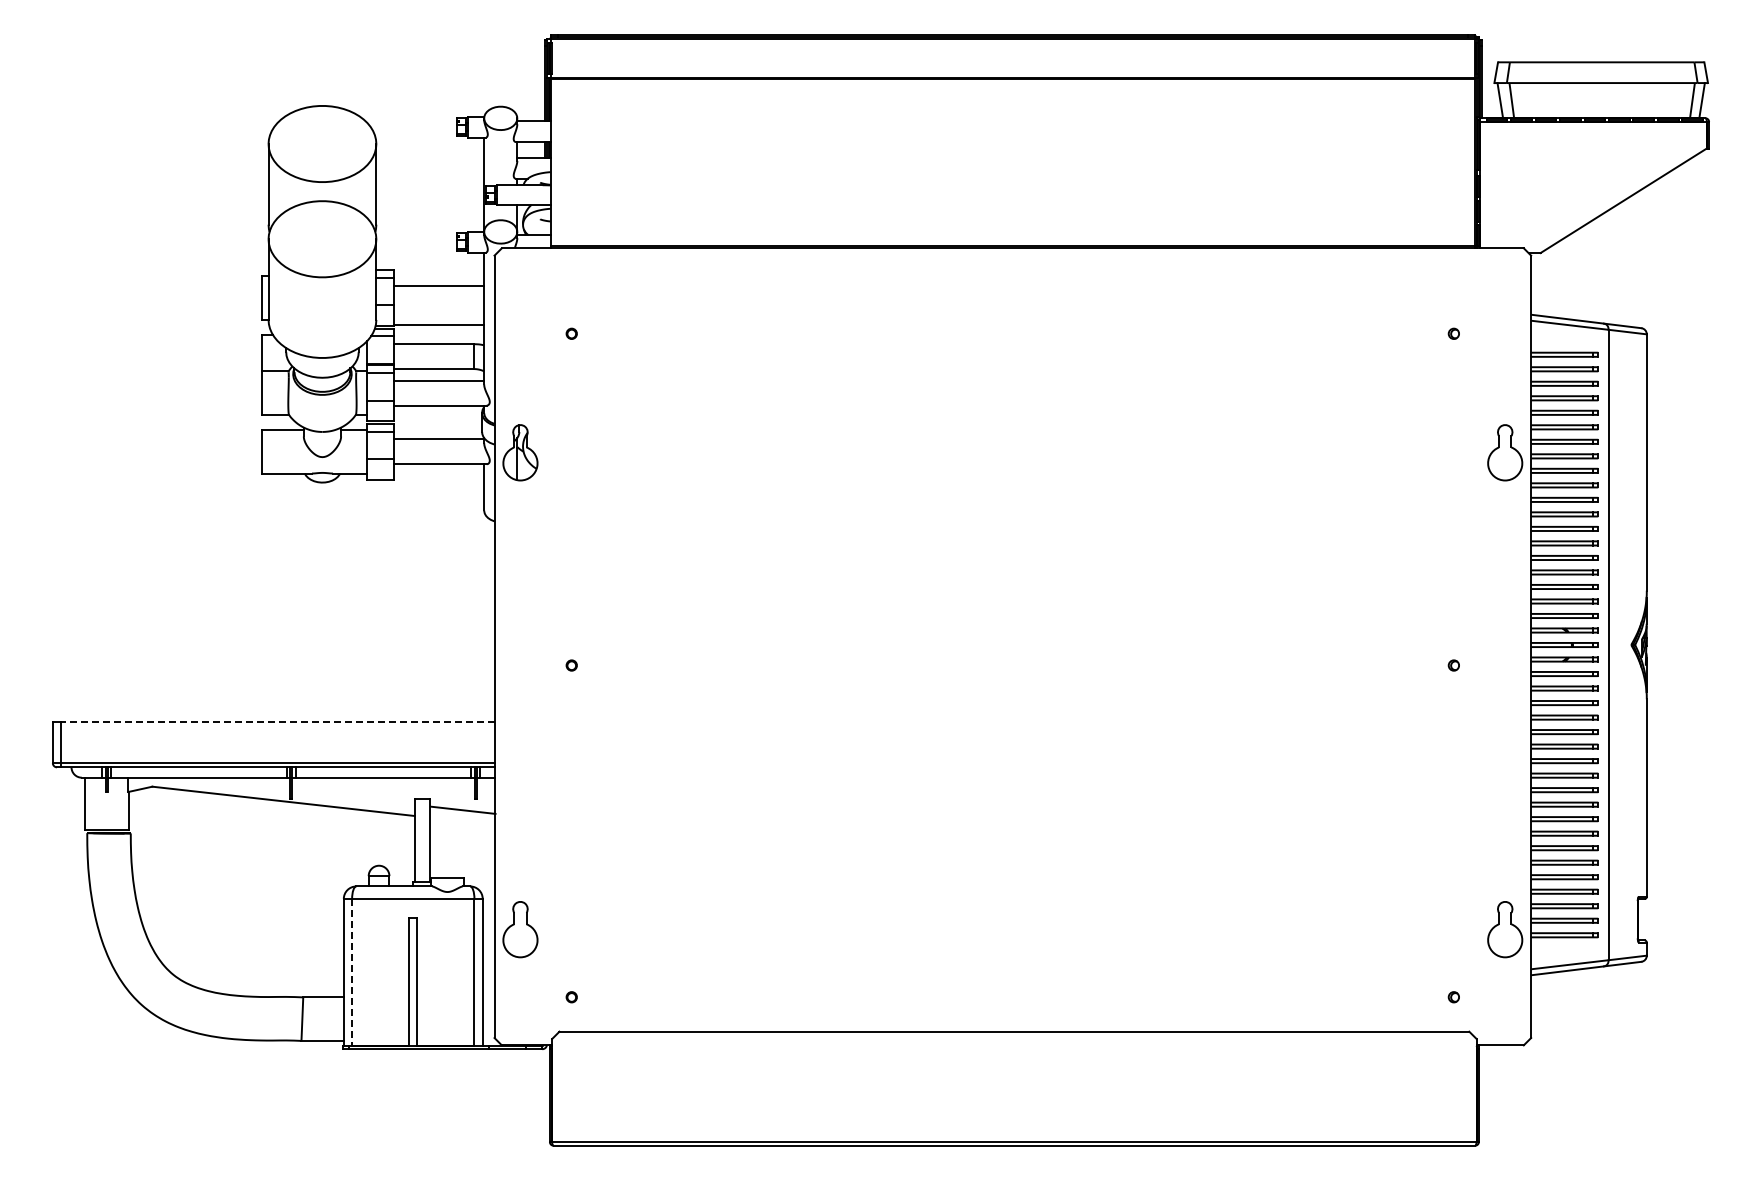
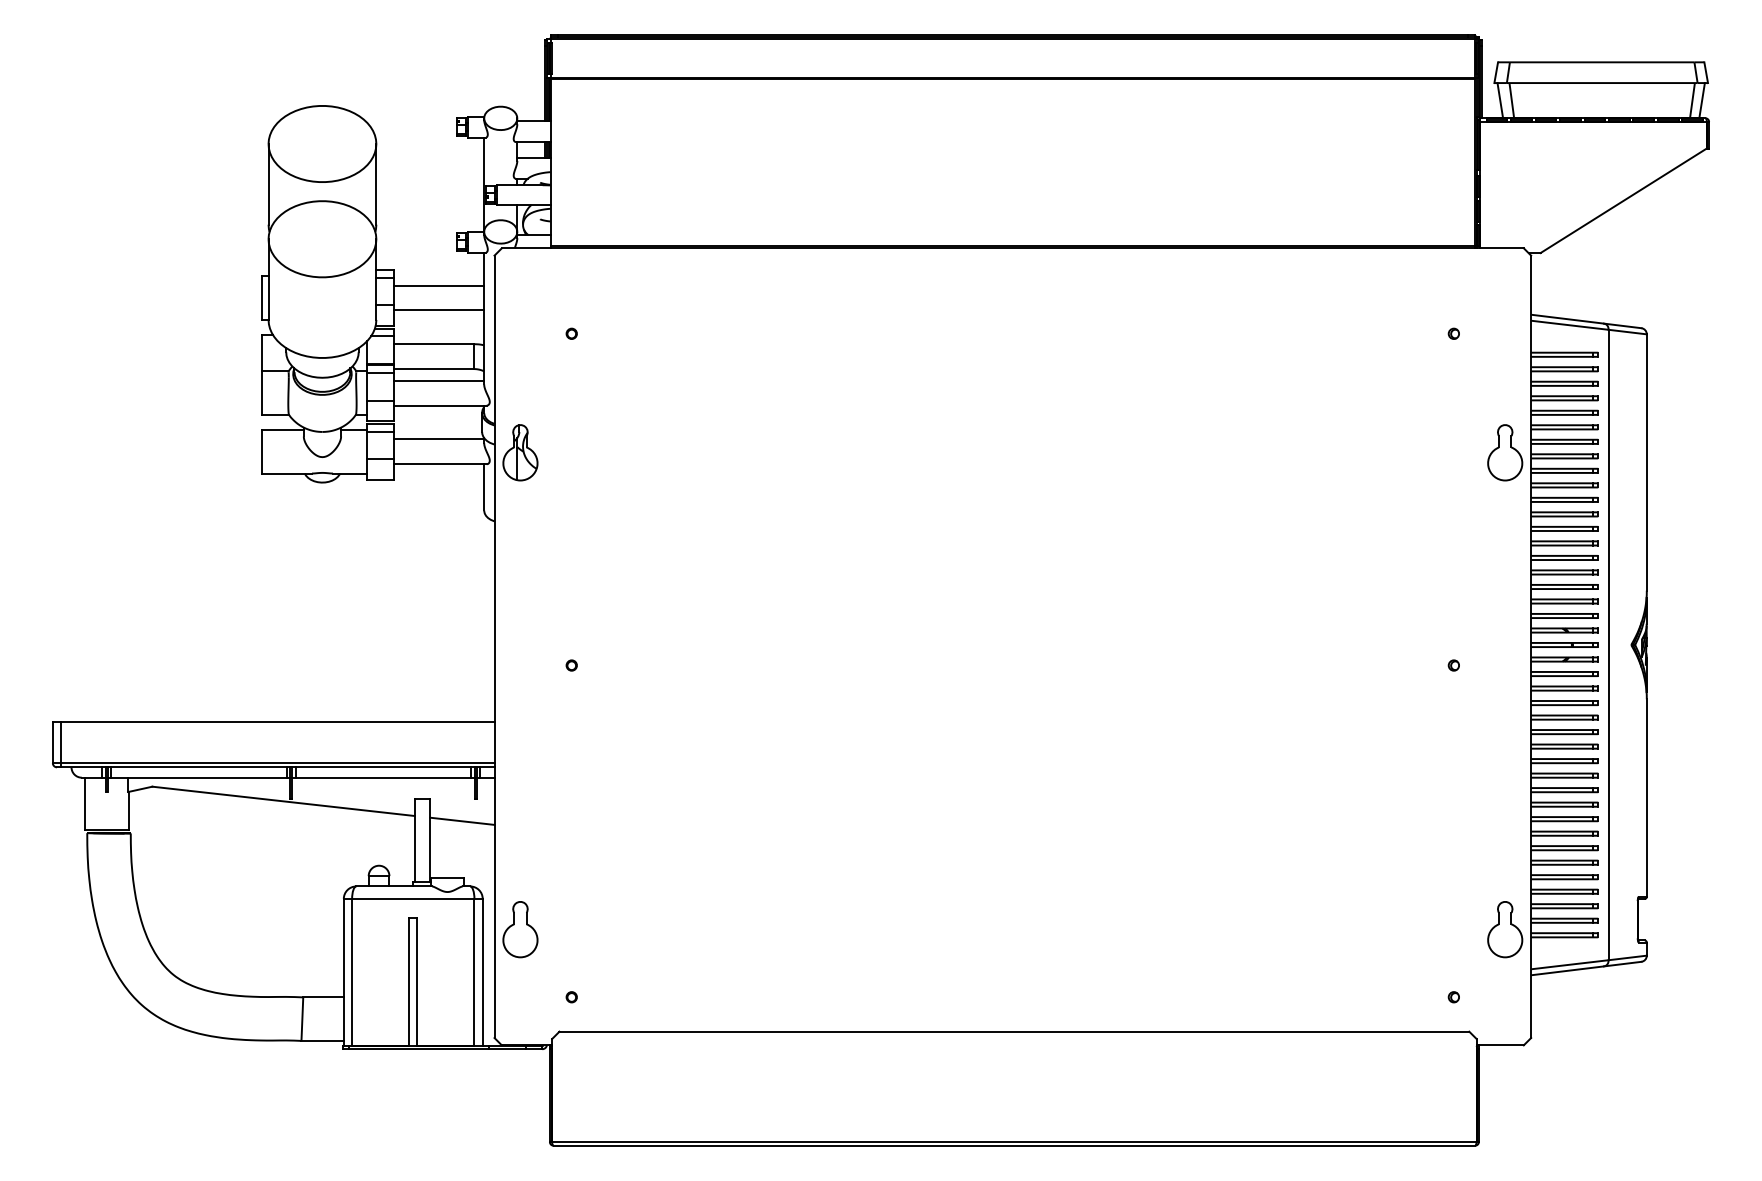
line at (439, 325) position: (439, 325) -> (439, 310)
line at (277, 721): dashed -> solid
line at (463, 809) position: (463, 809) -> (462, 820)
line at (352, 972): dashed -> solid
